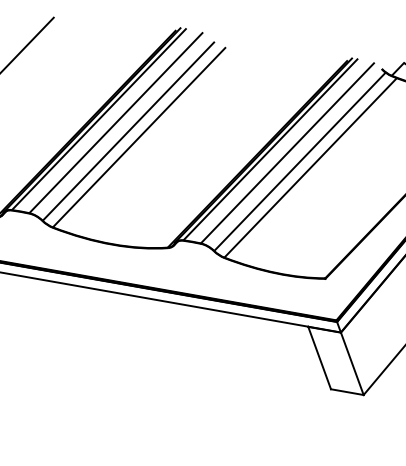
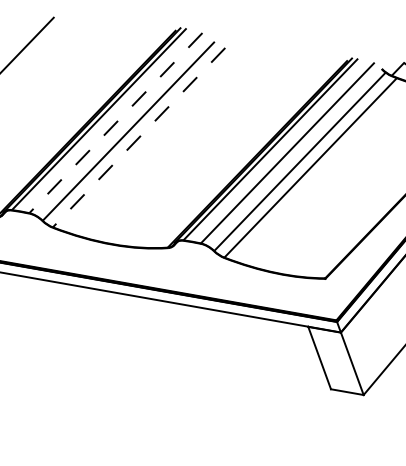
line at (115, 123): solid -> dashed
line at (138, 138): solid -> dashed
